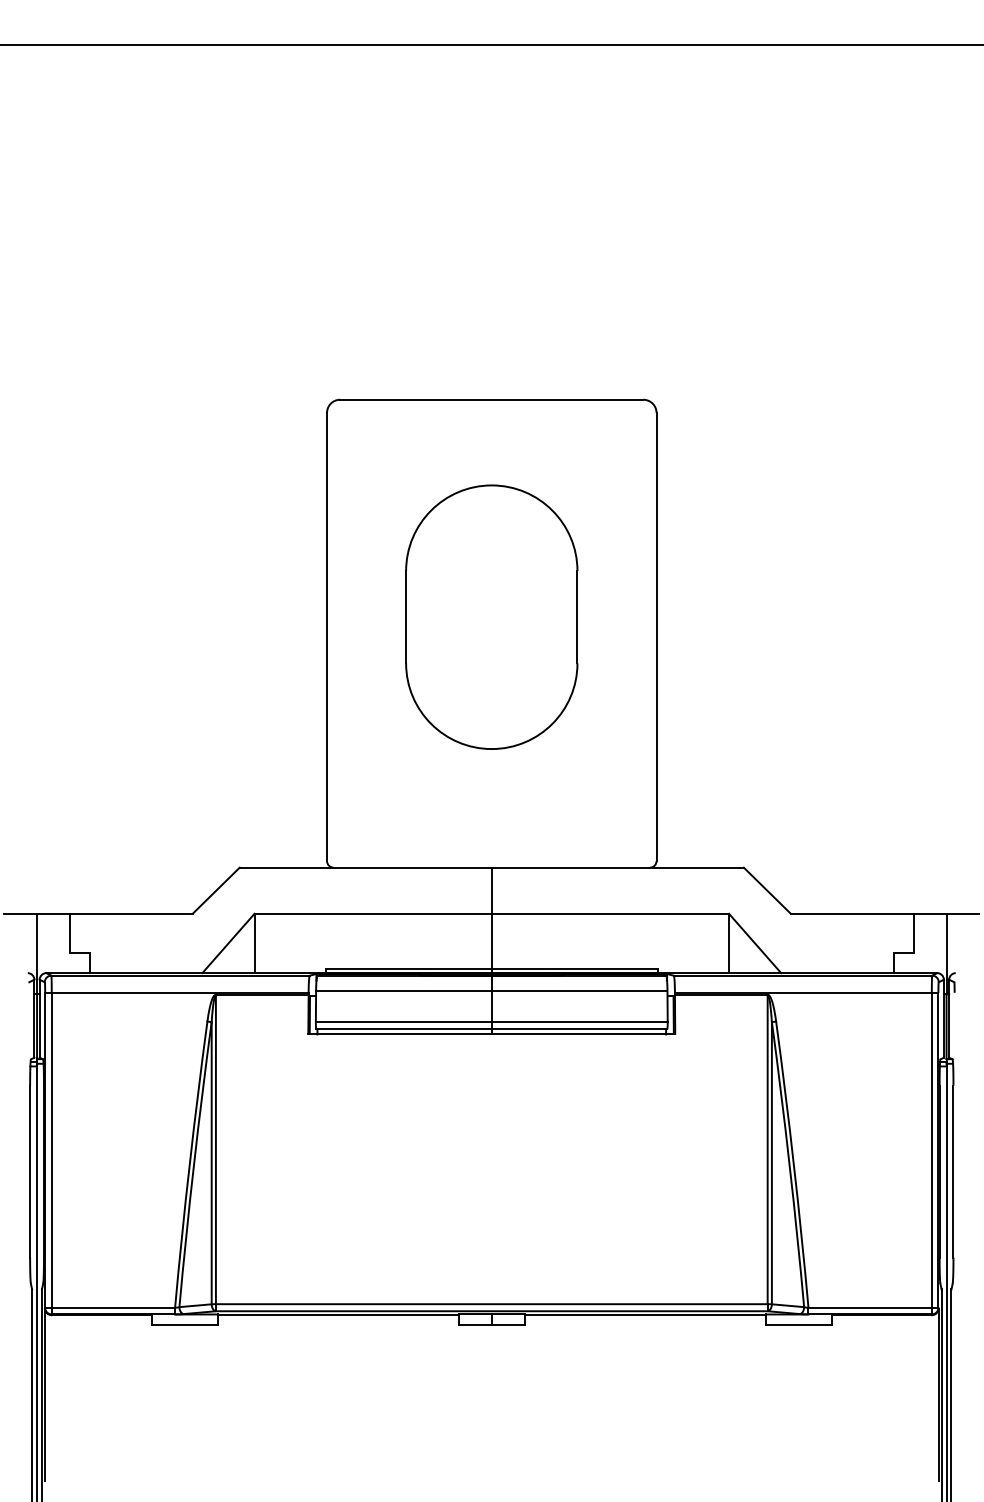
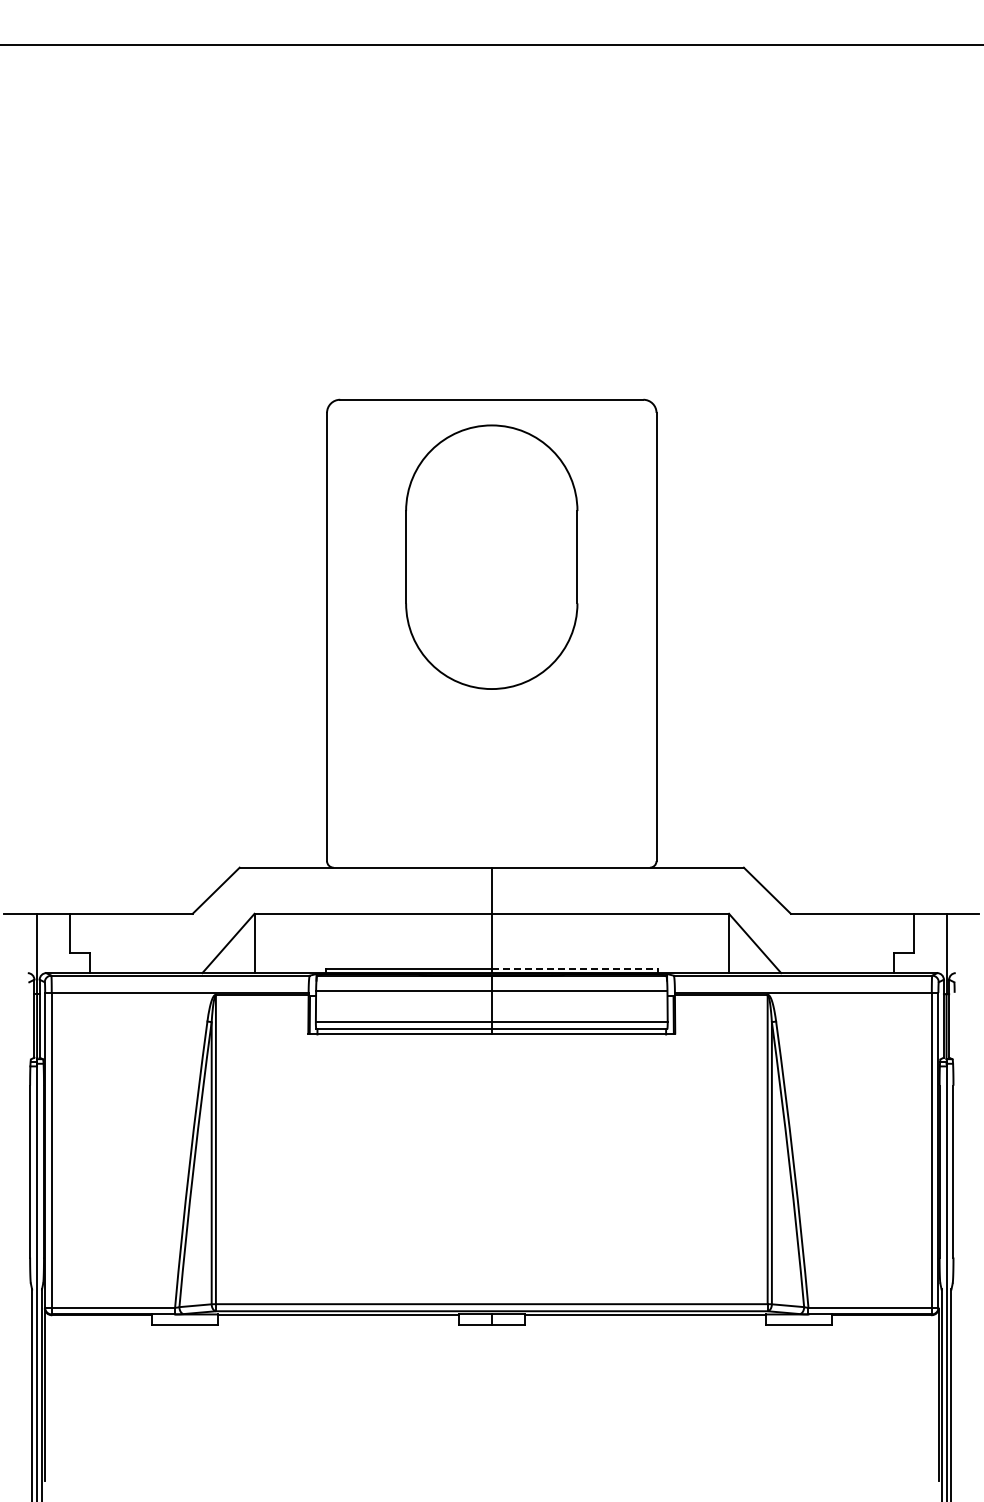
part at (491, 616) position: (491, 616) -> (491, 556)
line at (575, 968): solid -> dashed
